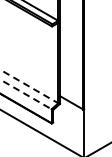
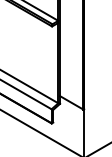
line at (29, 86): dashed -> solid
line at (25, 94): dashed -> solid
